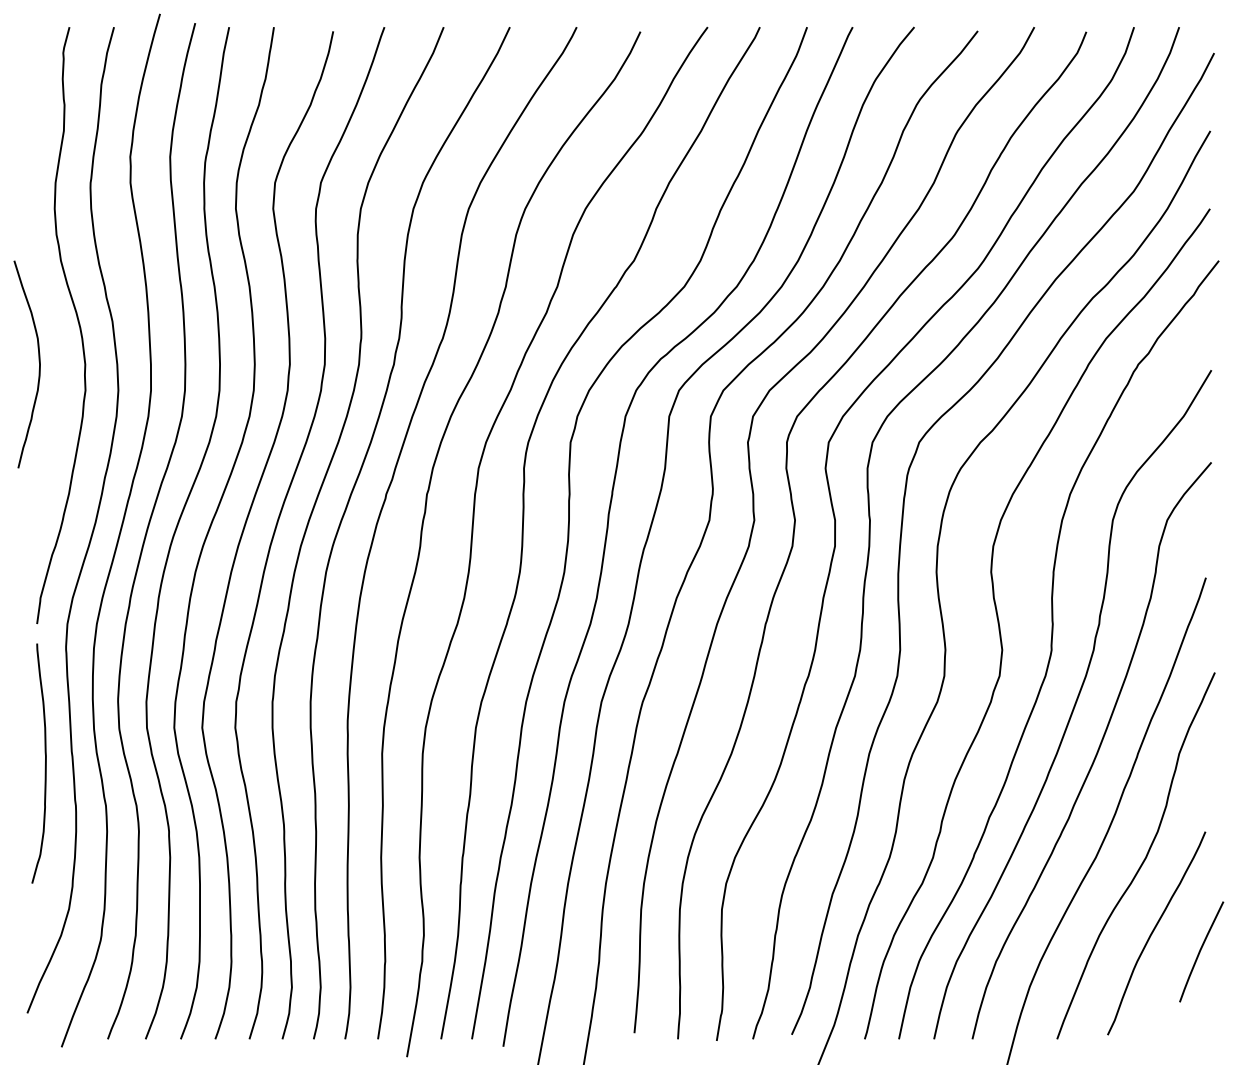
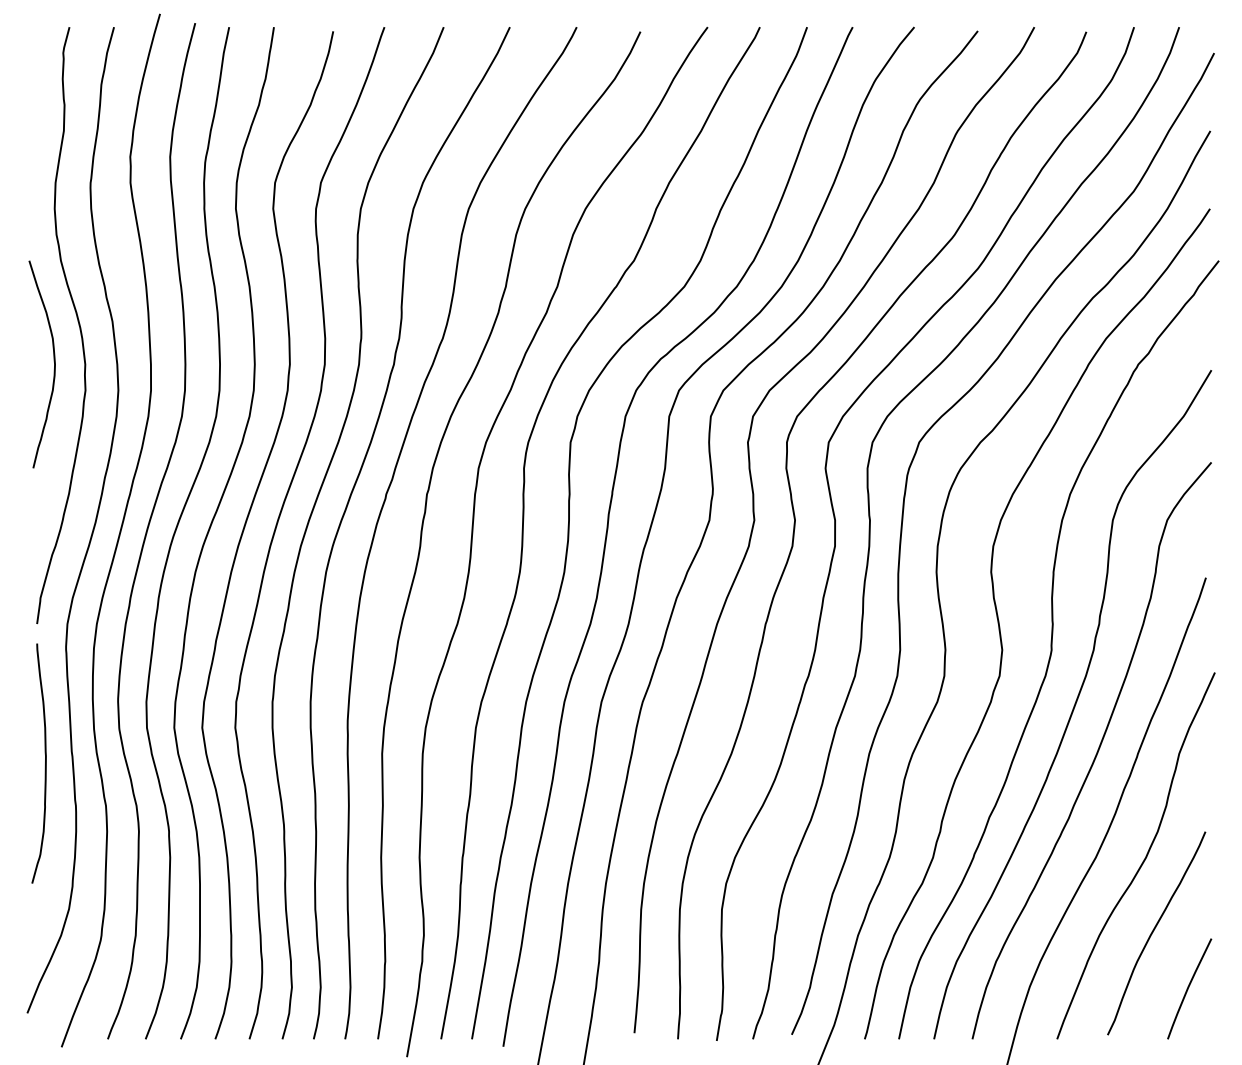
curve at (38, 361) position: (38, 361) -> (53, 361)
curve at (1201, 950) position: (1201, 950) -> (1189, 987)
